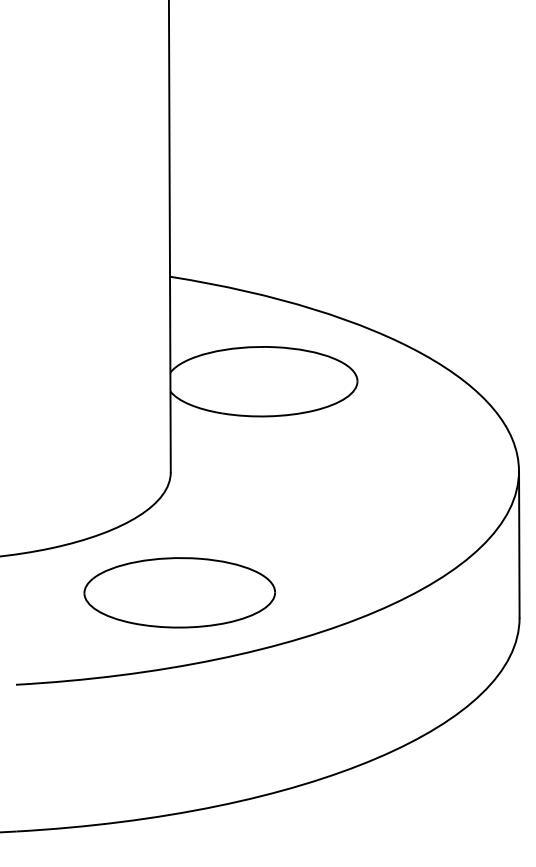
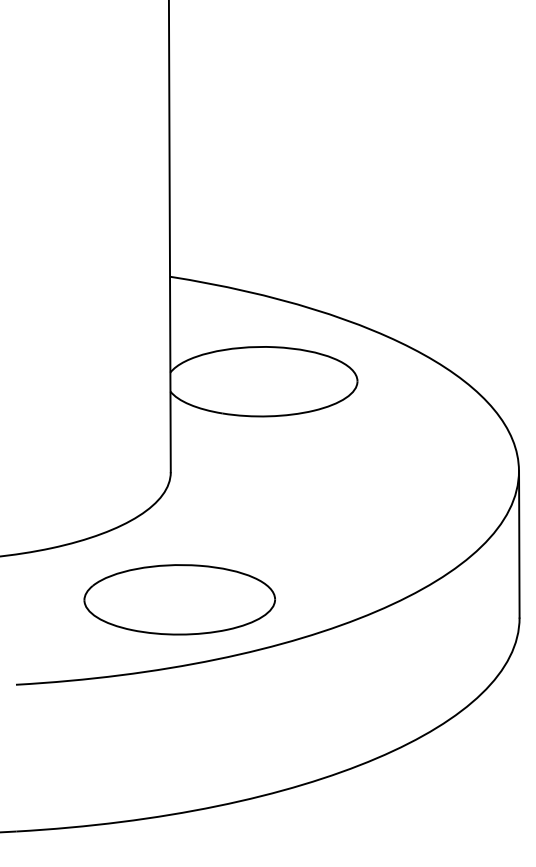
part at (179, 592) position: (179, 592) -> (179, 599)
